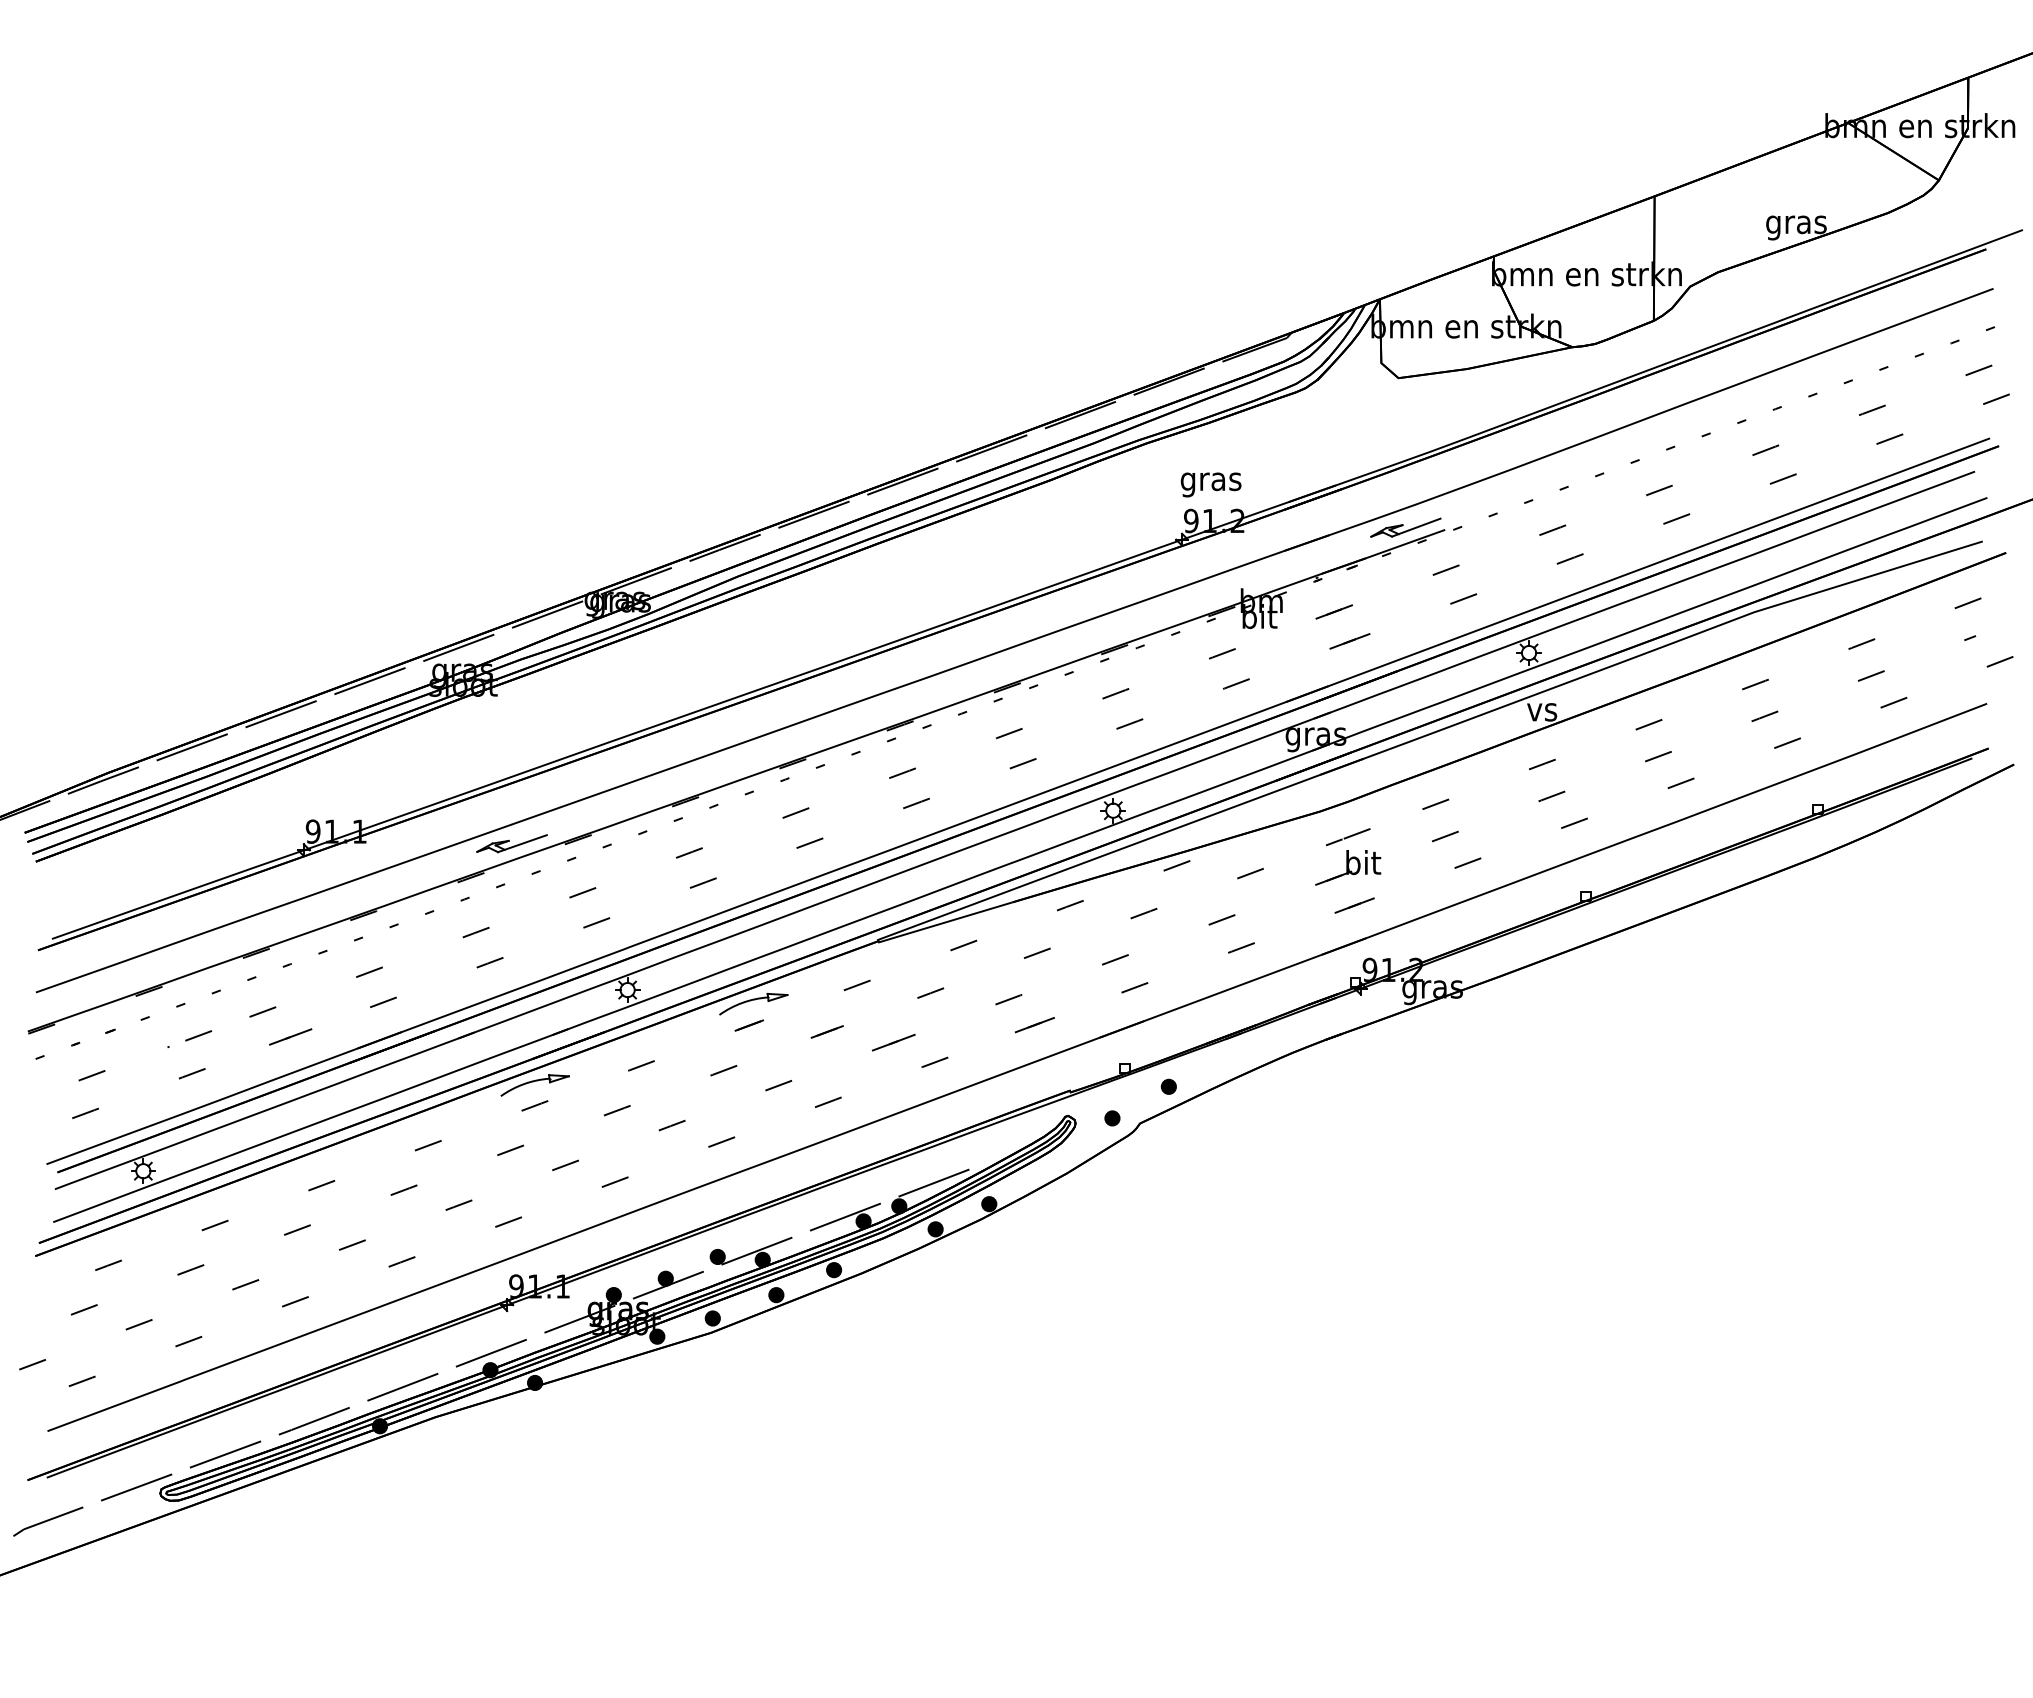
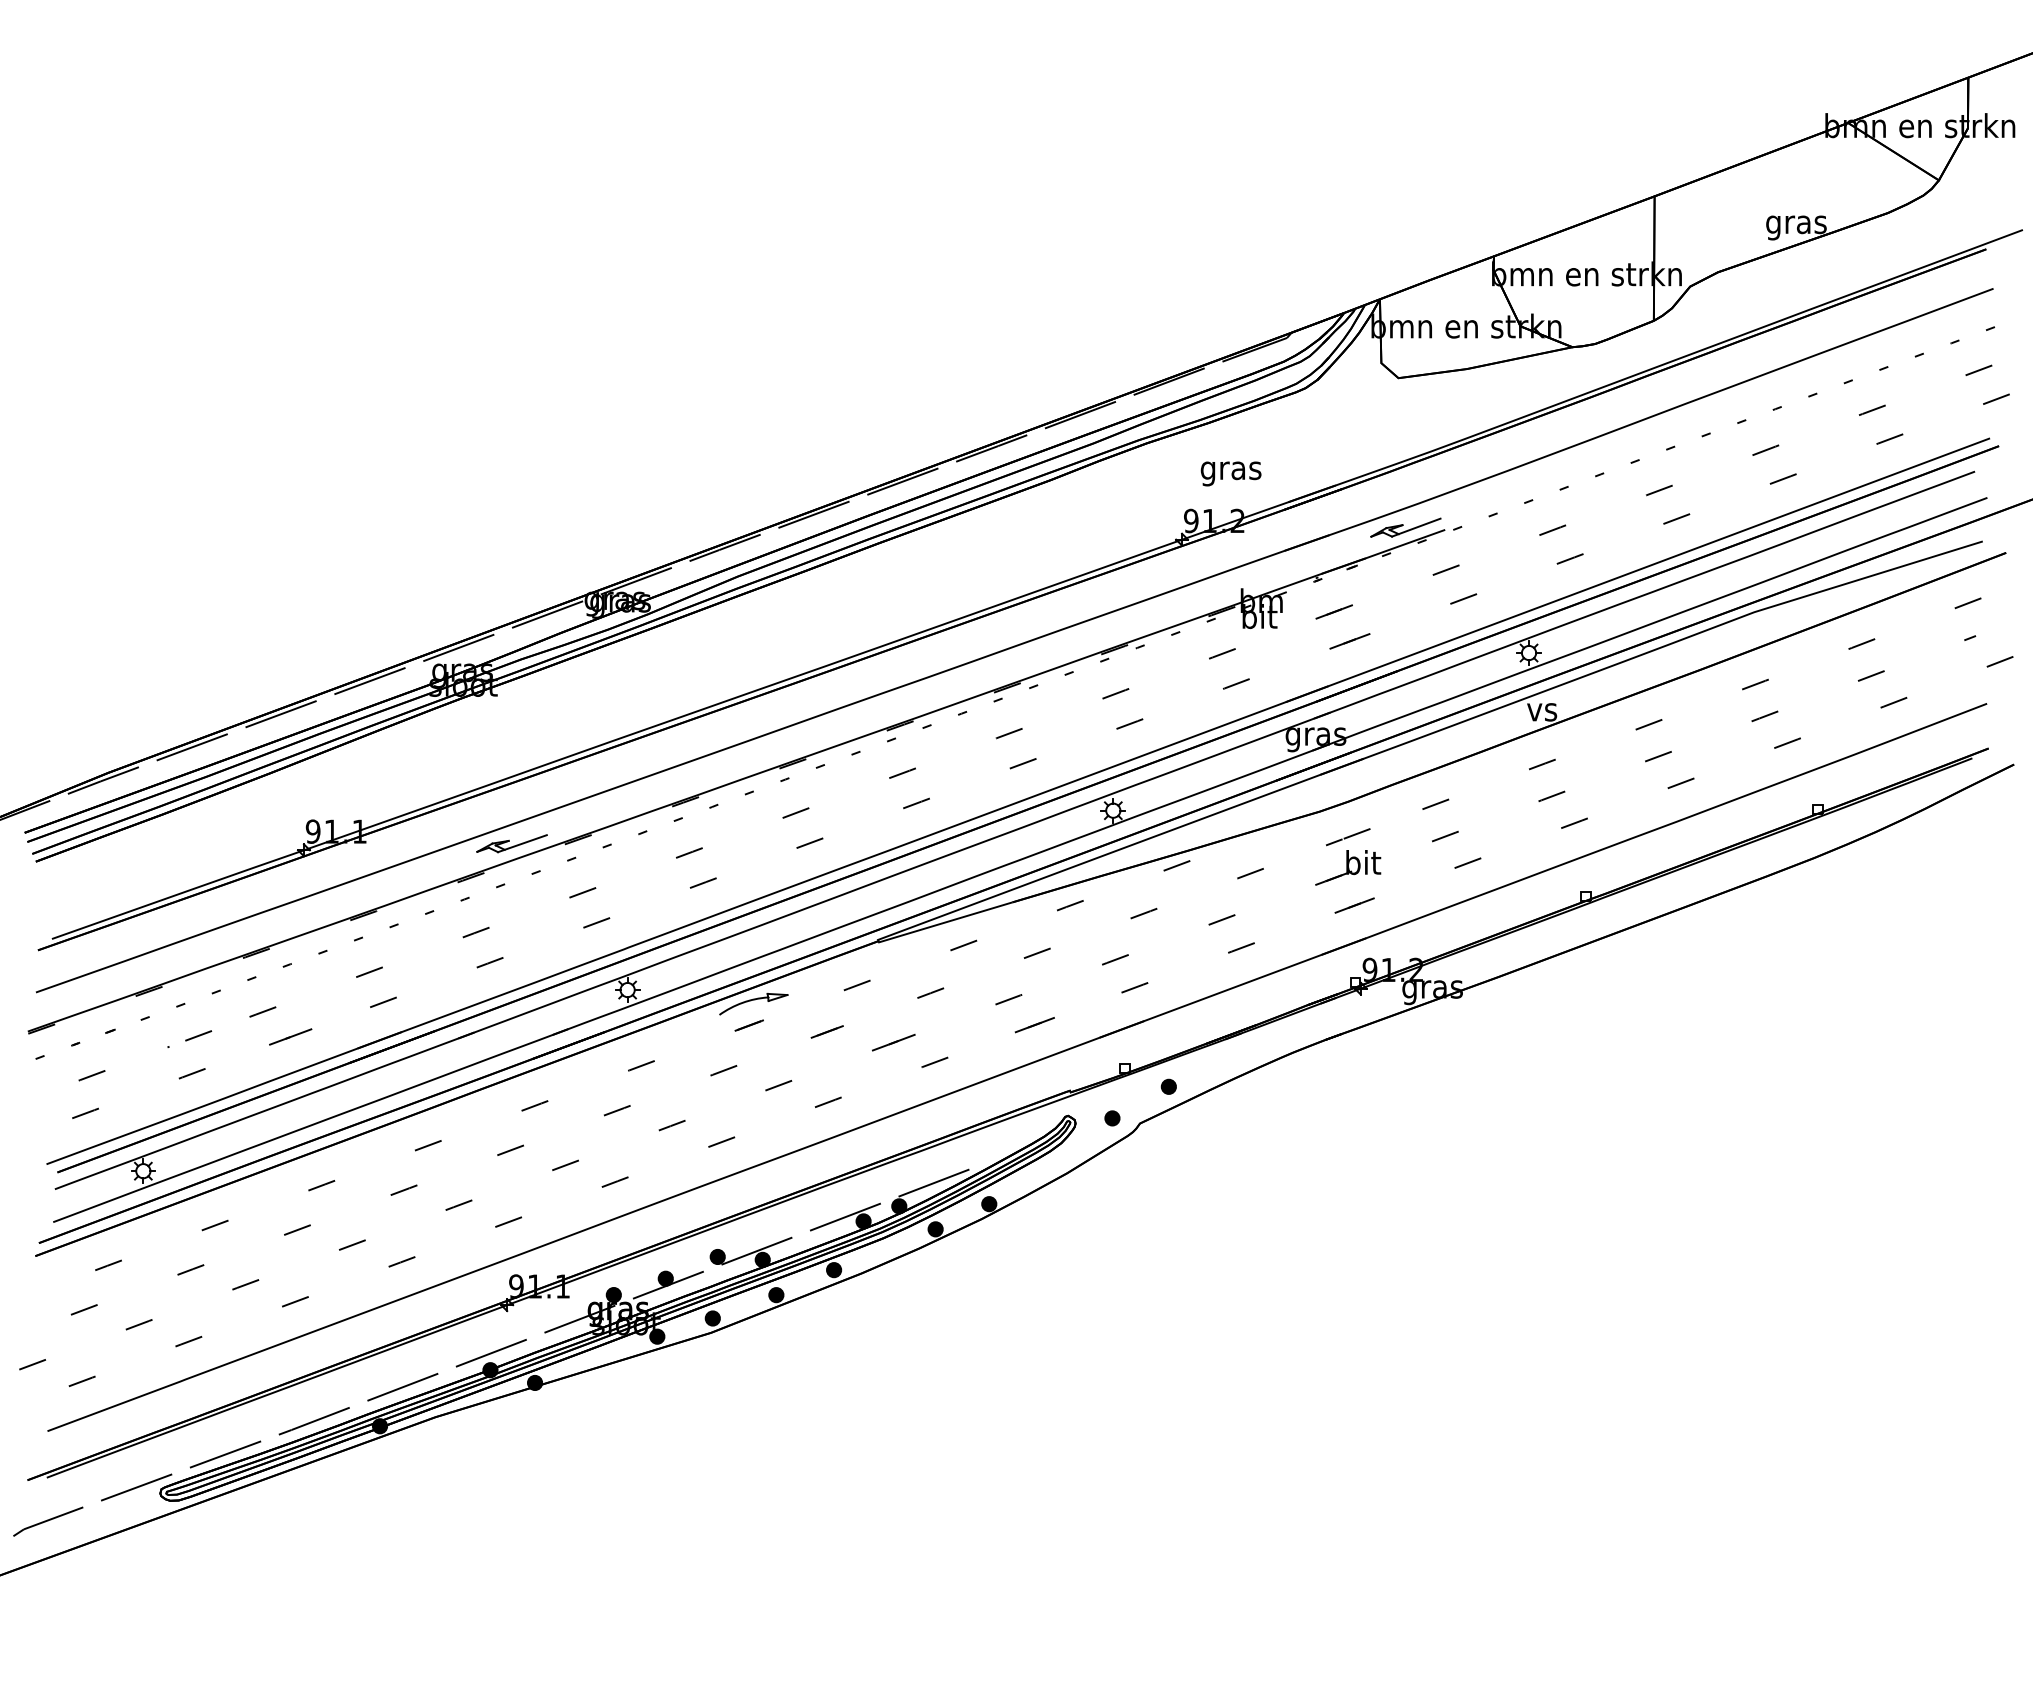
text at (1210, 484) position: (1210, 484) -> (1230, 473)
part at (534, 1085): present -> none
